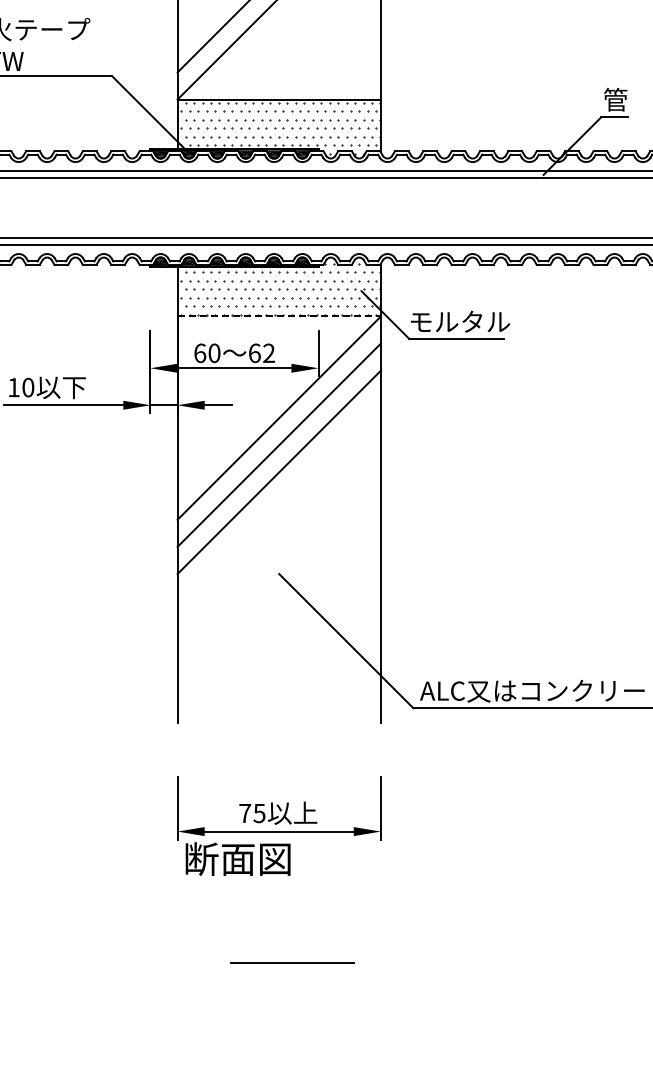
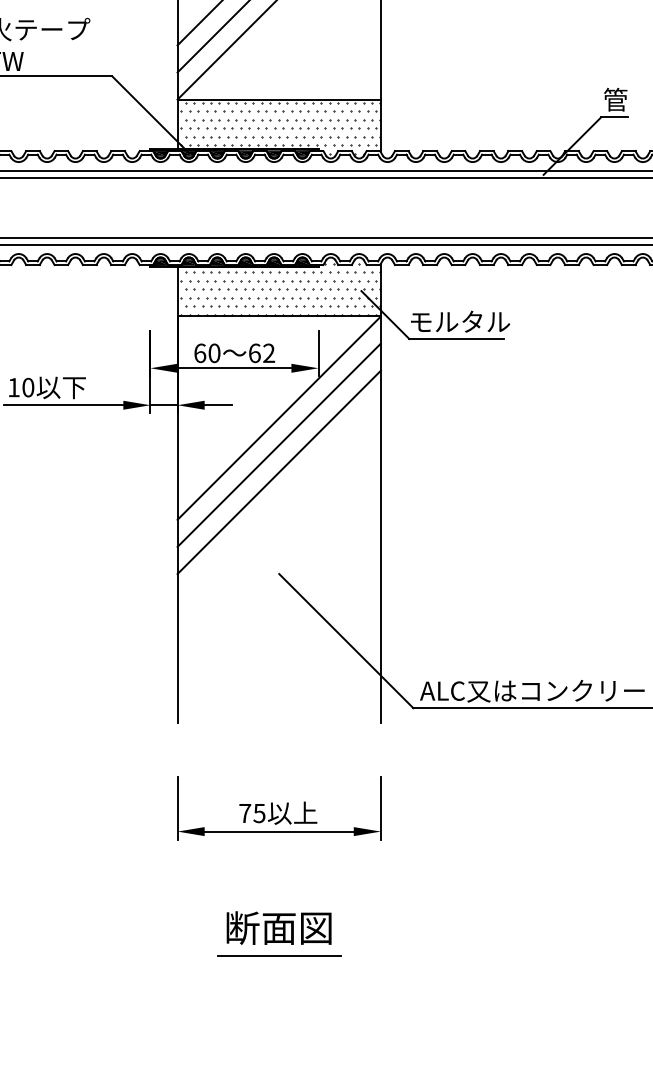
line at (198, 23): none -> present
line at (279, 316): dashed -> solid
text at (237, 858) position: (237, 858) -> (278, 927)
line at (292, 962) position: (292, 962) -> (279, 955)
